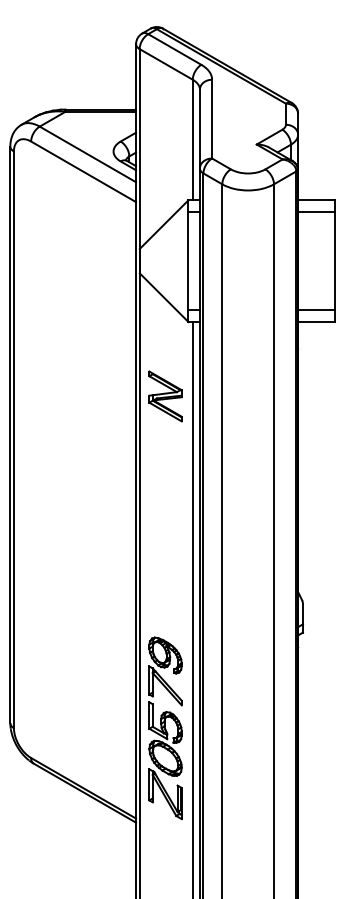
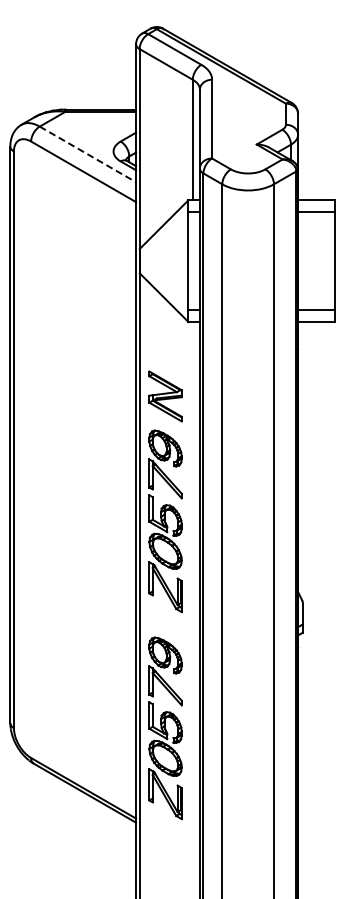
line at (87, 154): solid -> dashed
part at (165, 520): none -> present
line at (192, 608): present -> none
